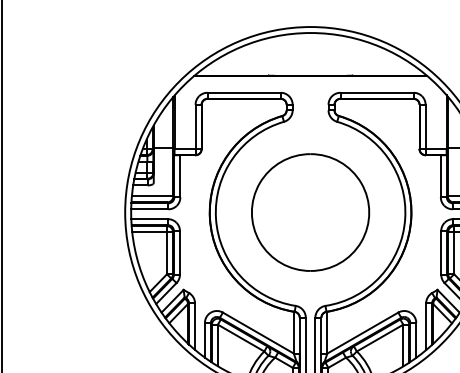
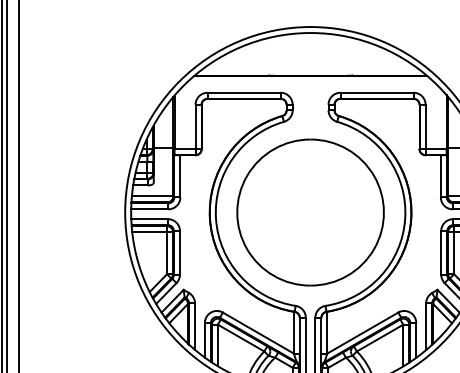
line at (6, 185): none -> present
line at (18, 185): none -> present
part at (310, 212) size: 120x119 px -> 149x149 px
